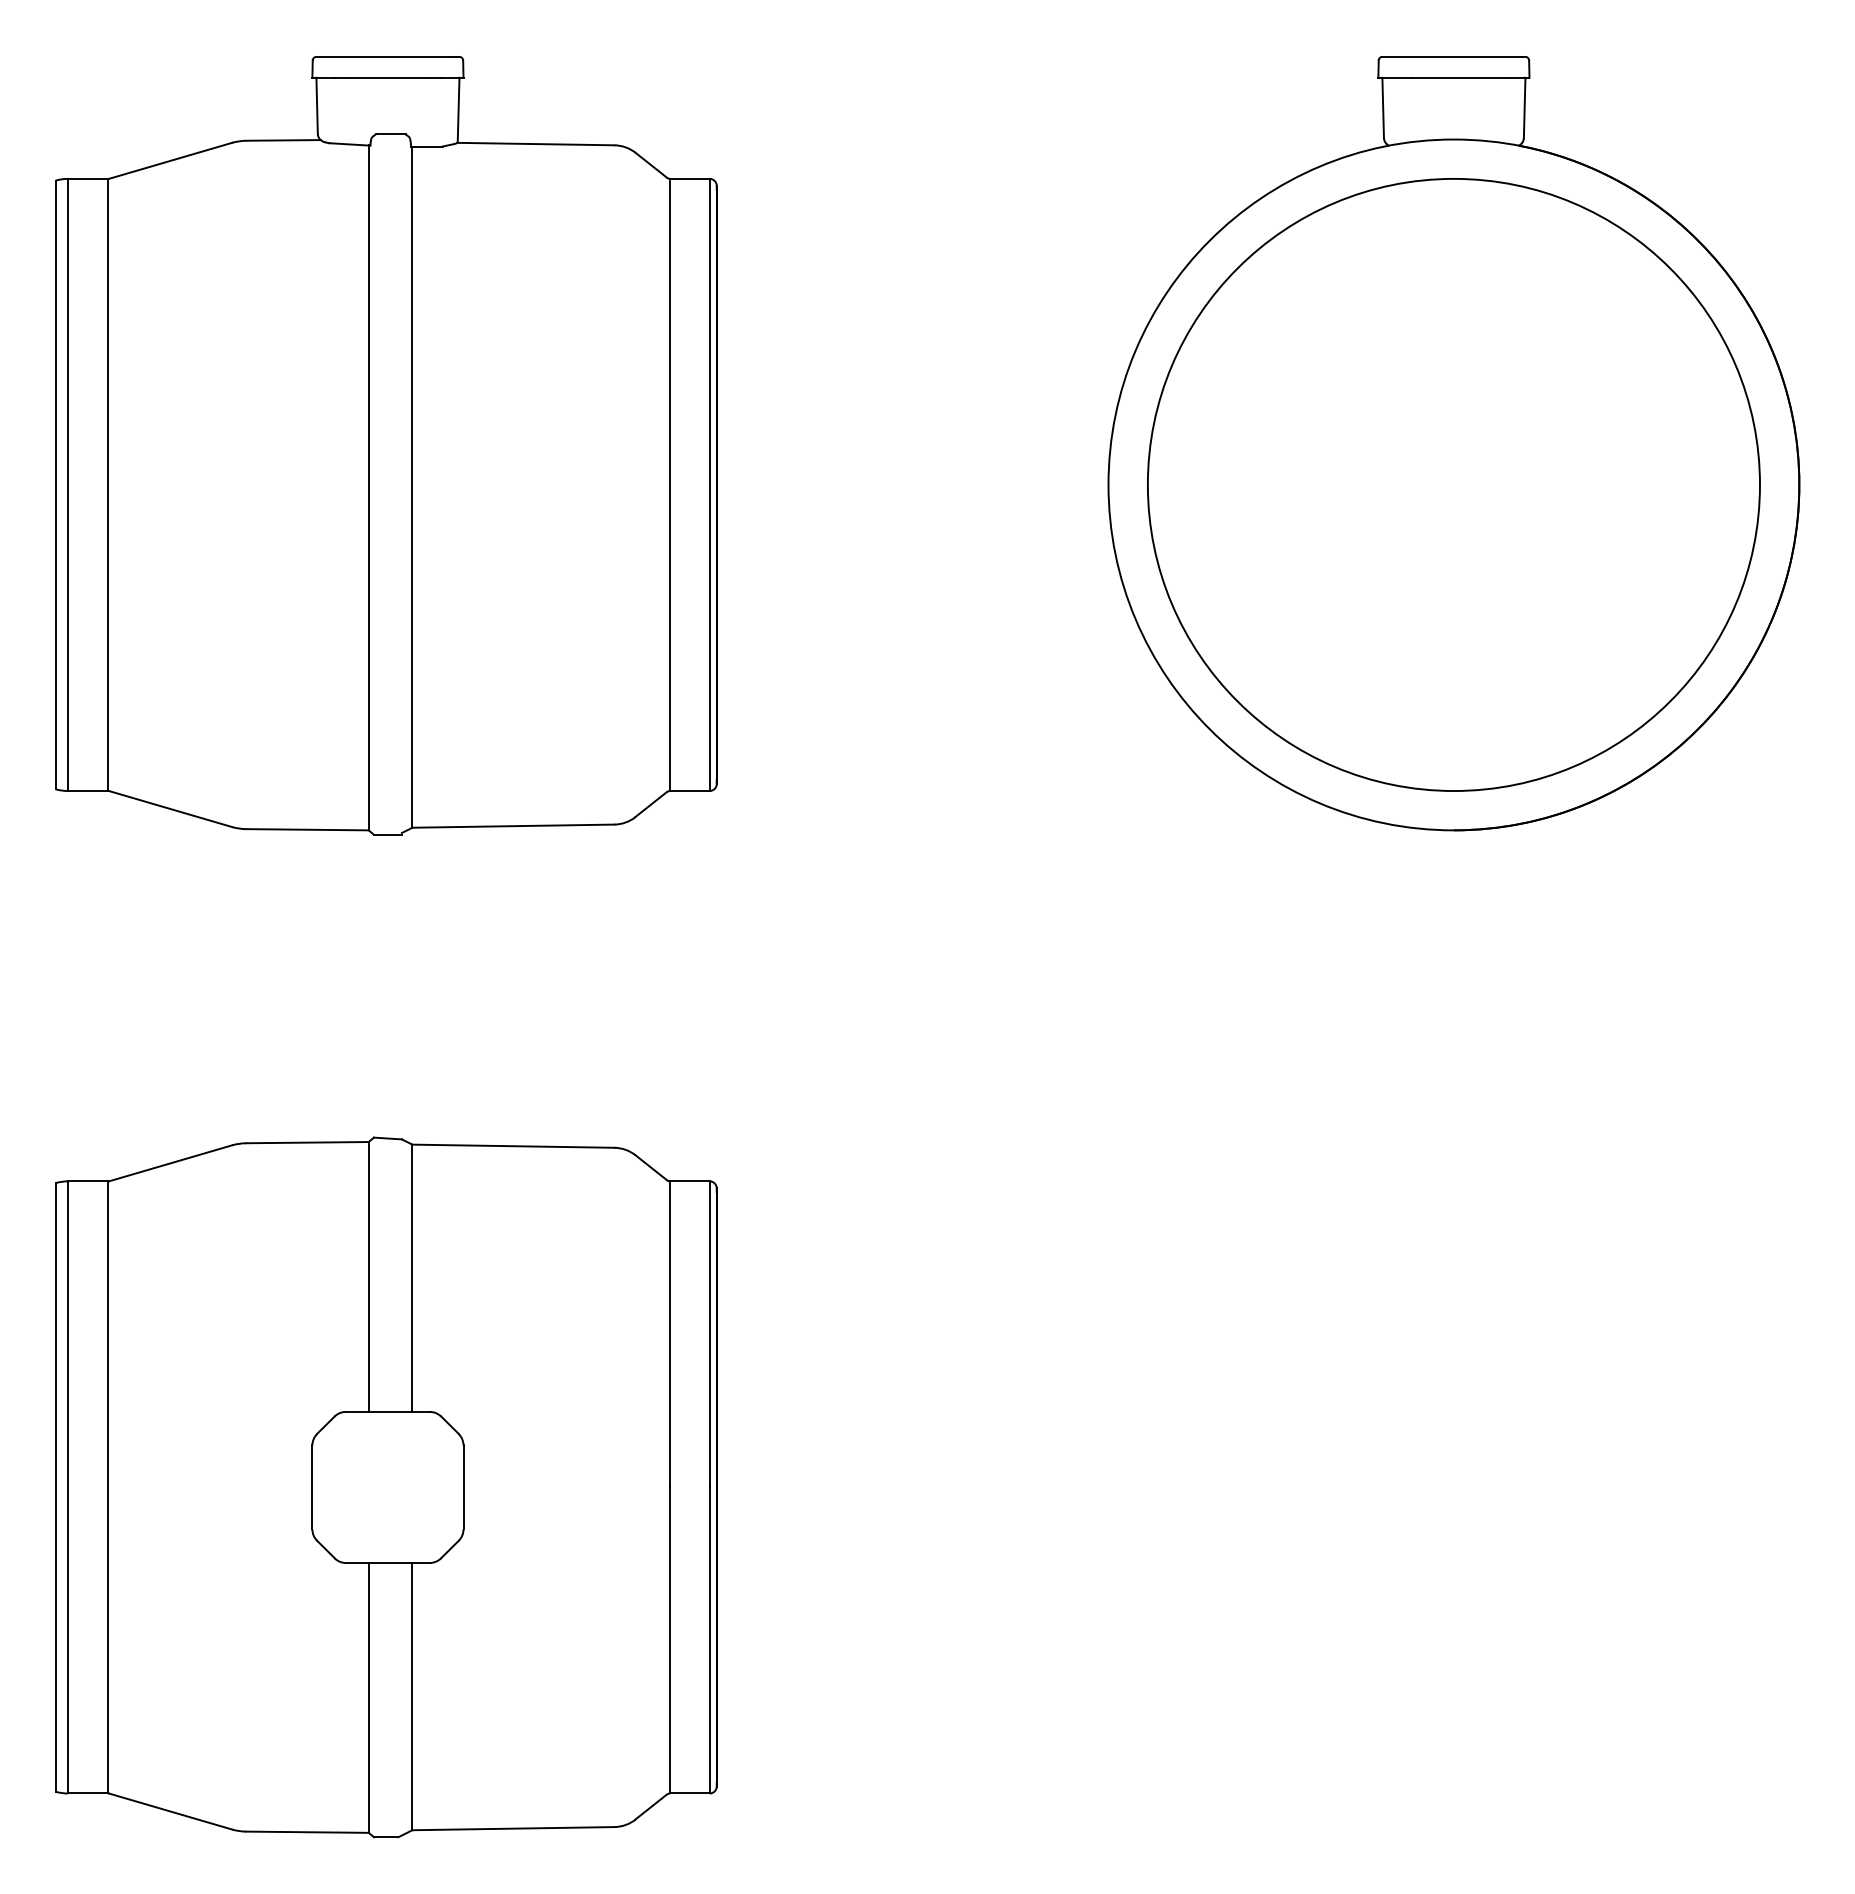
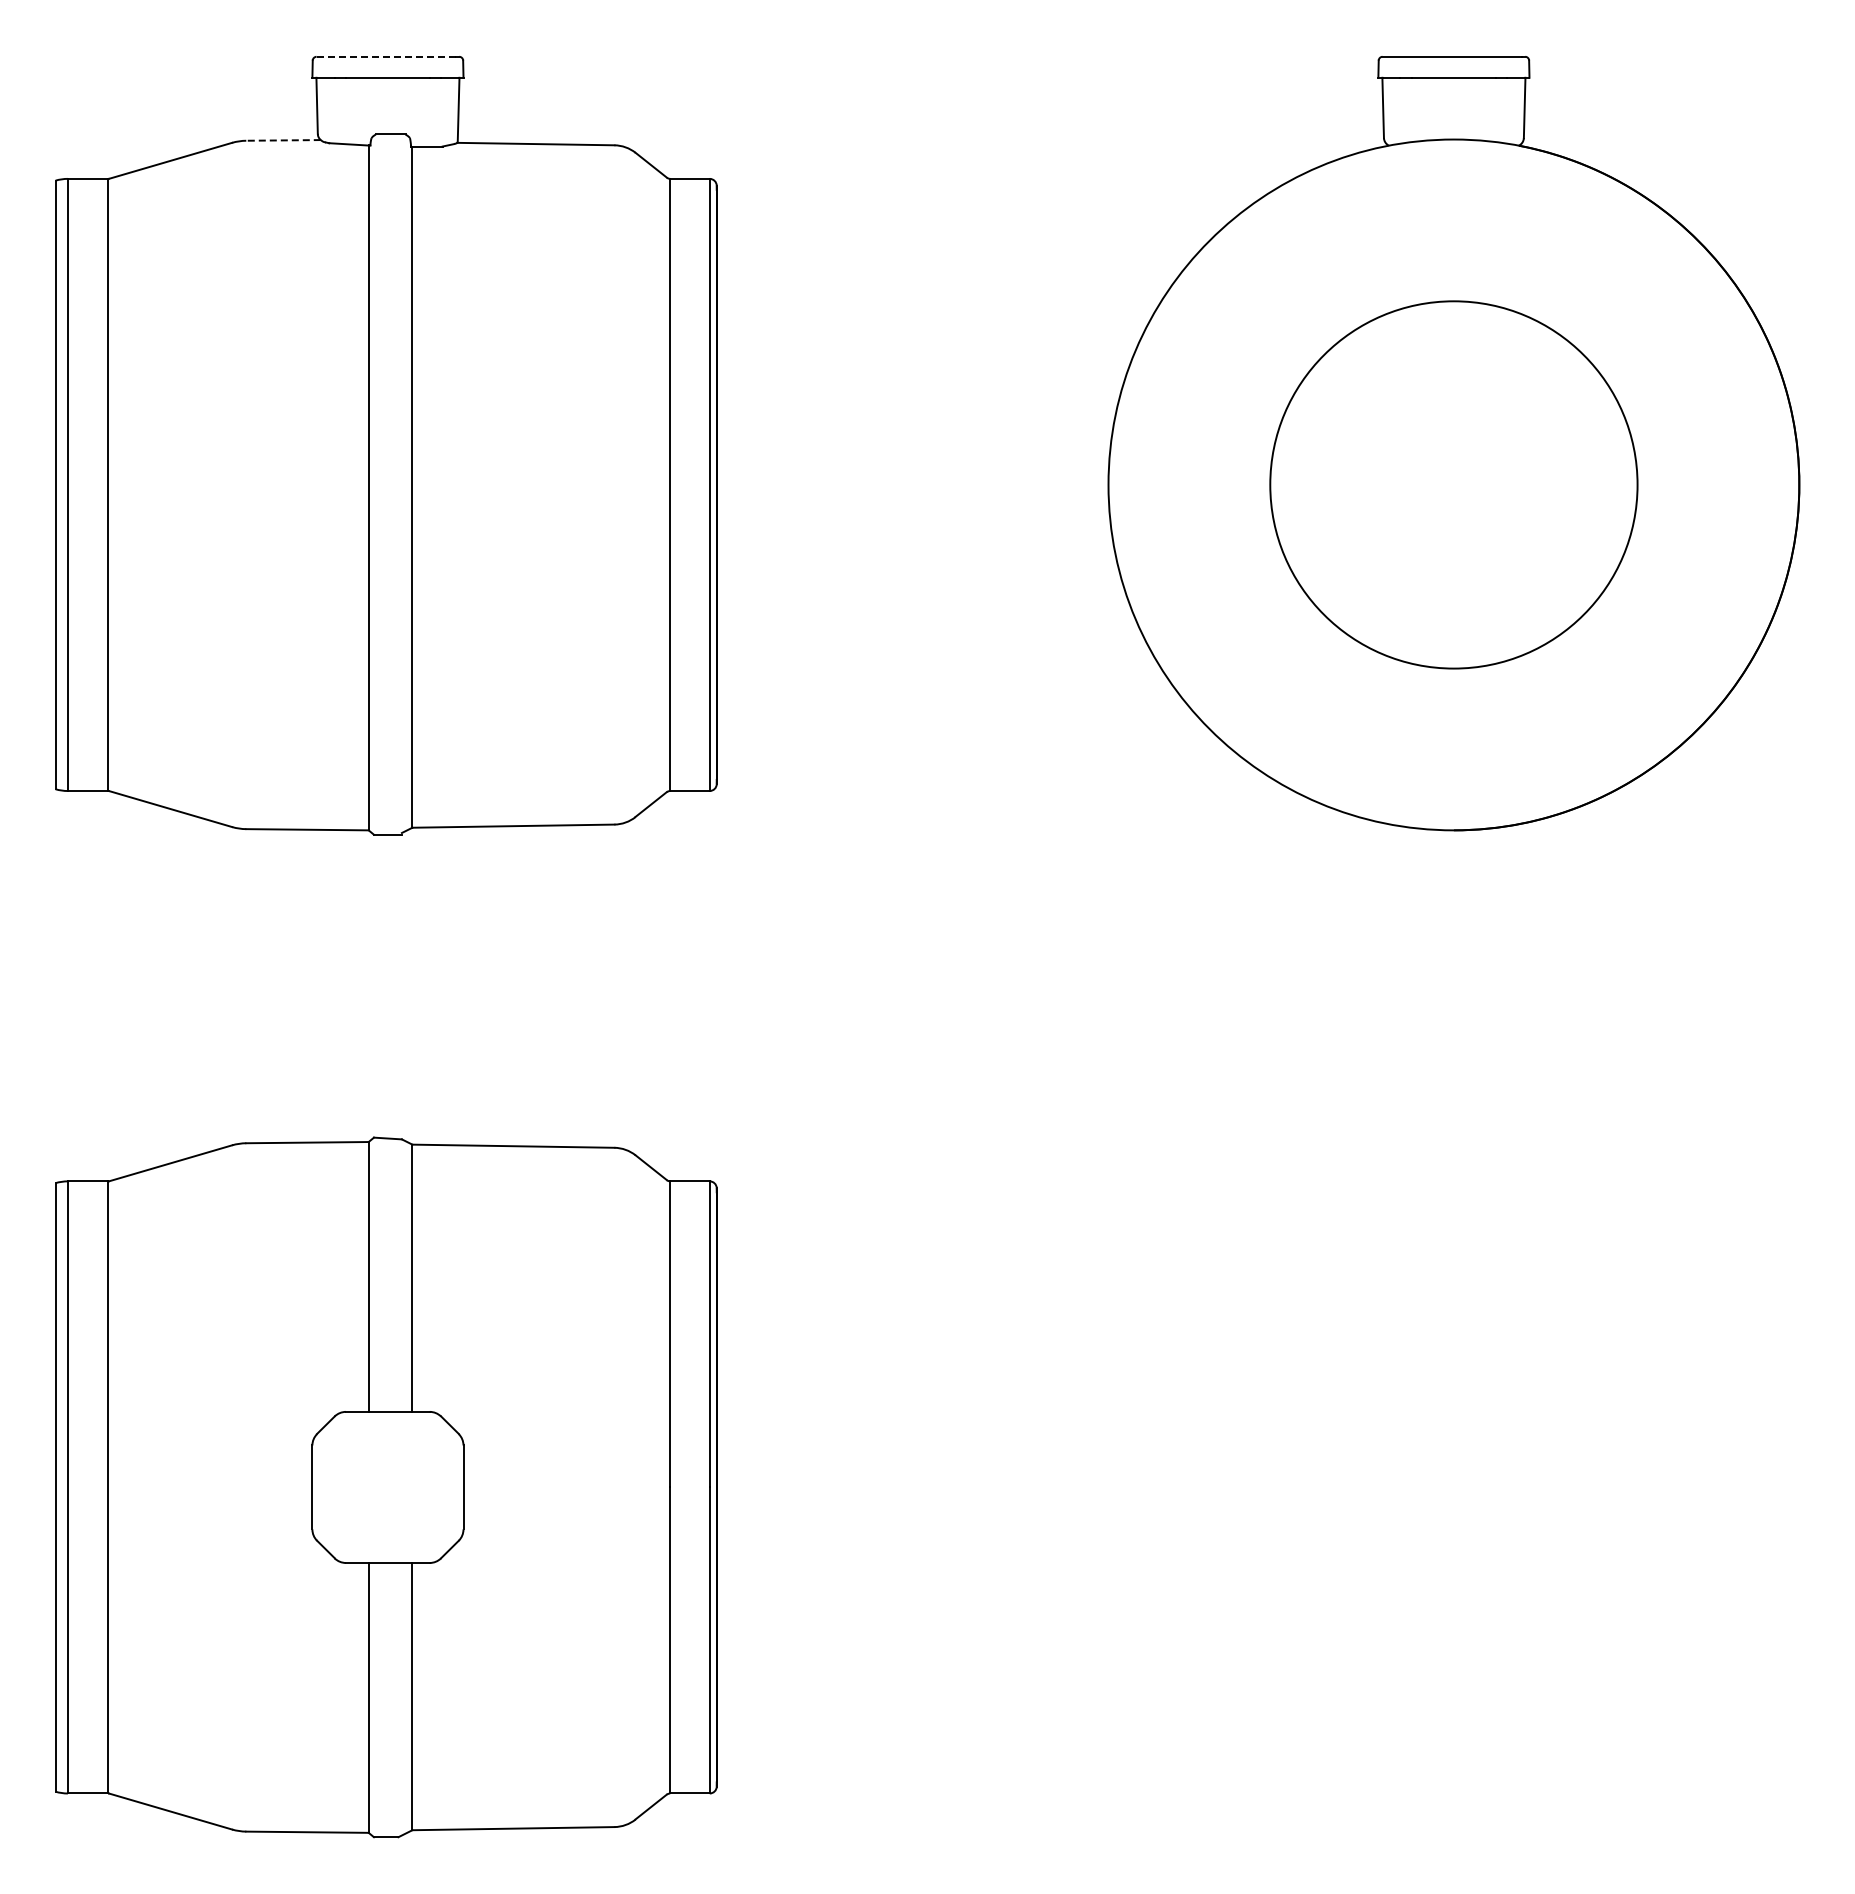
line at (386, 56): solid -> dashed
line at (283, 140): solid -> dashed
circle at (1453, 484) diameter: 612 px -> 367 px
